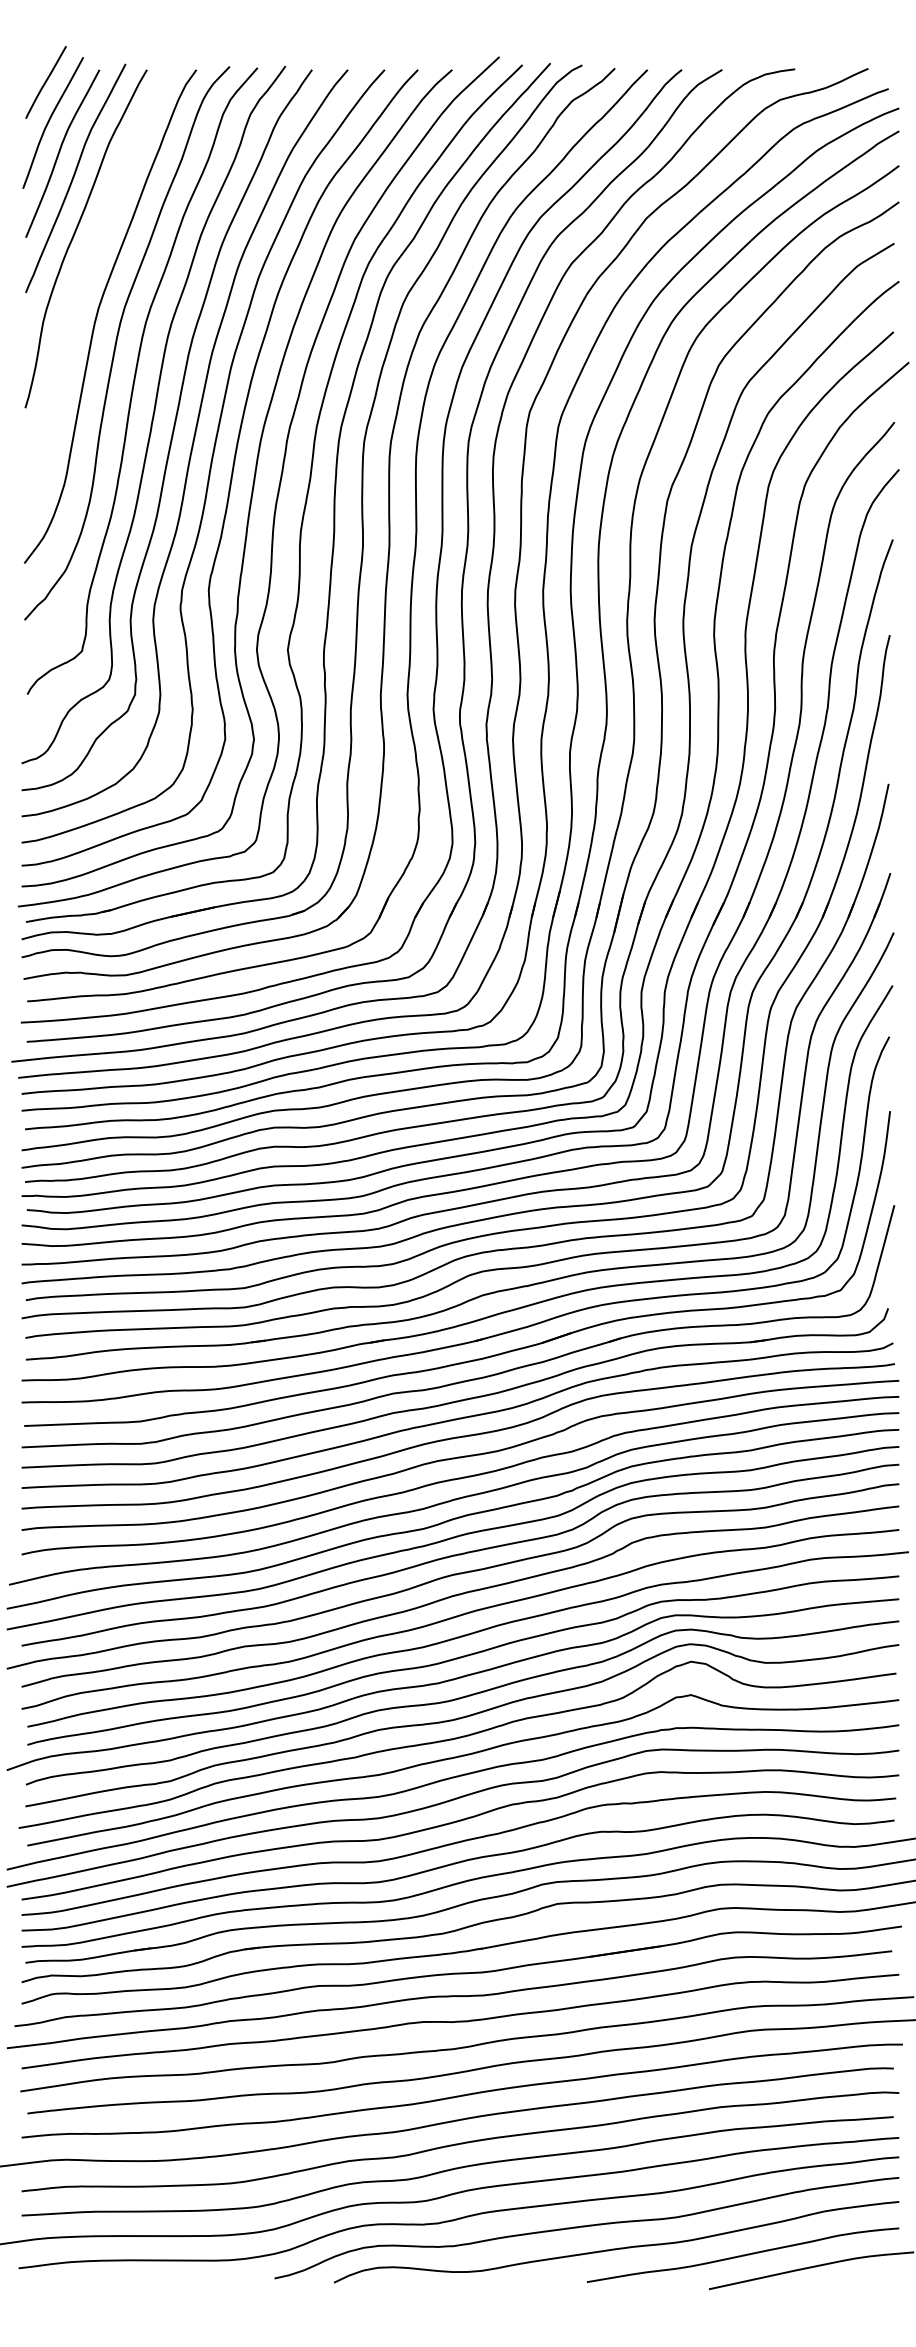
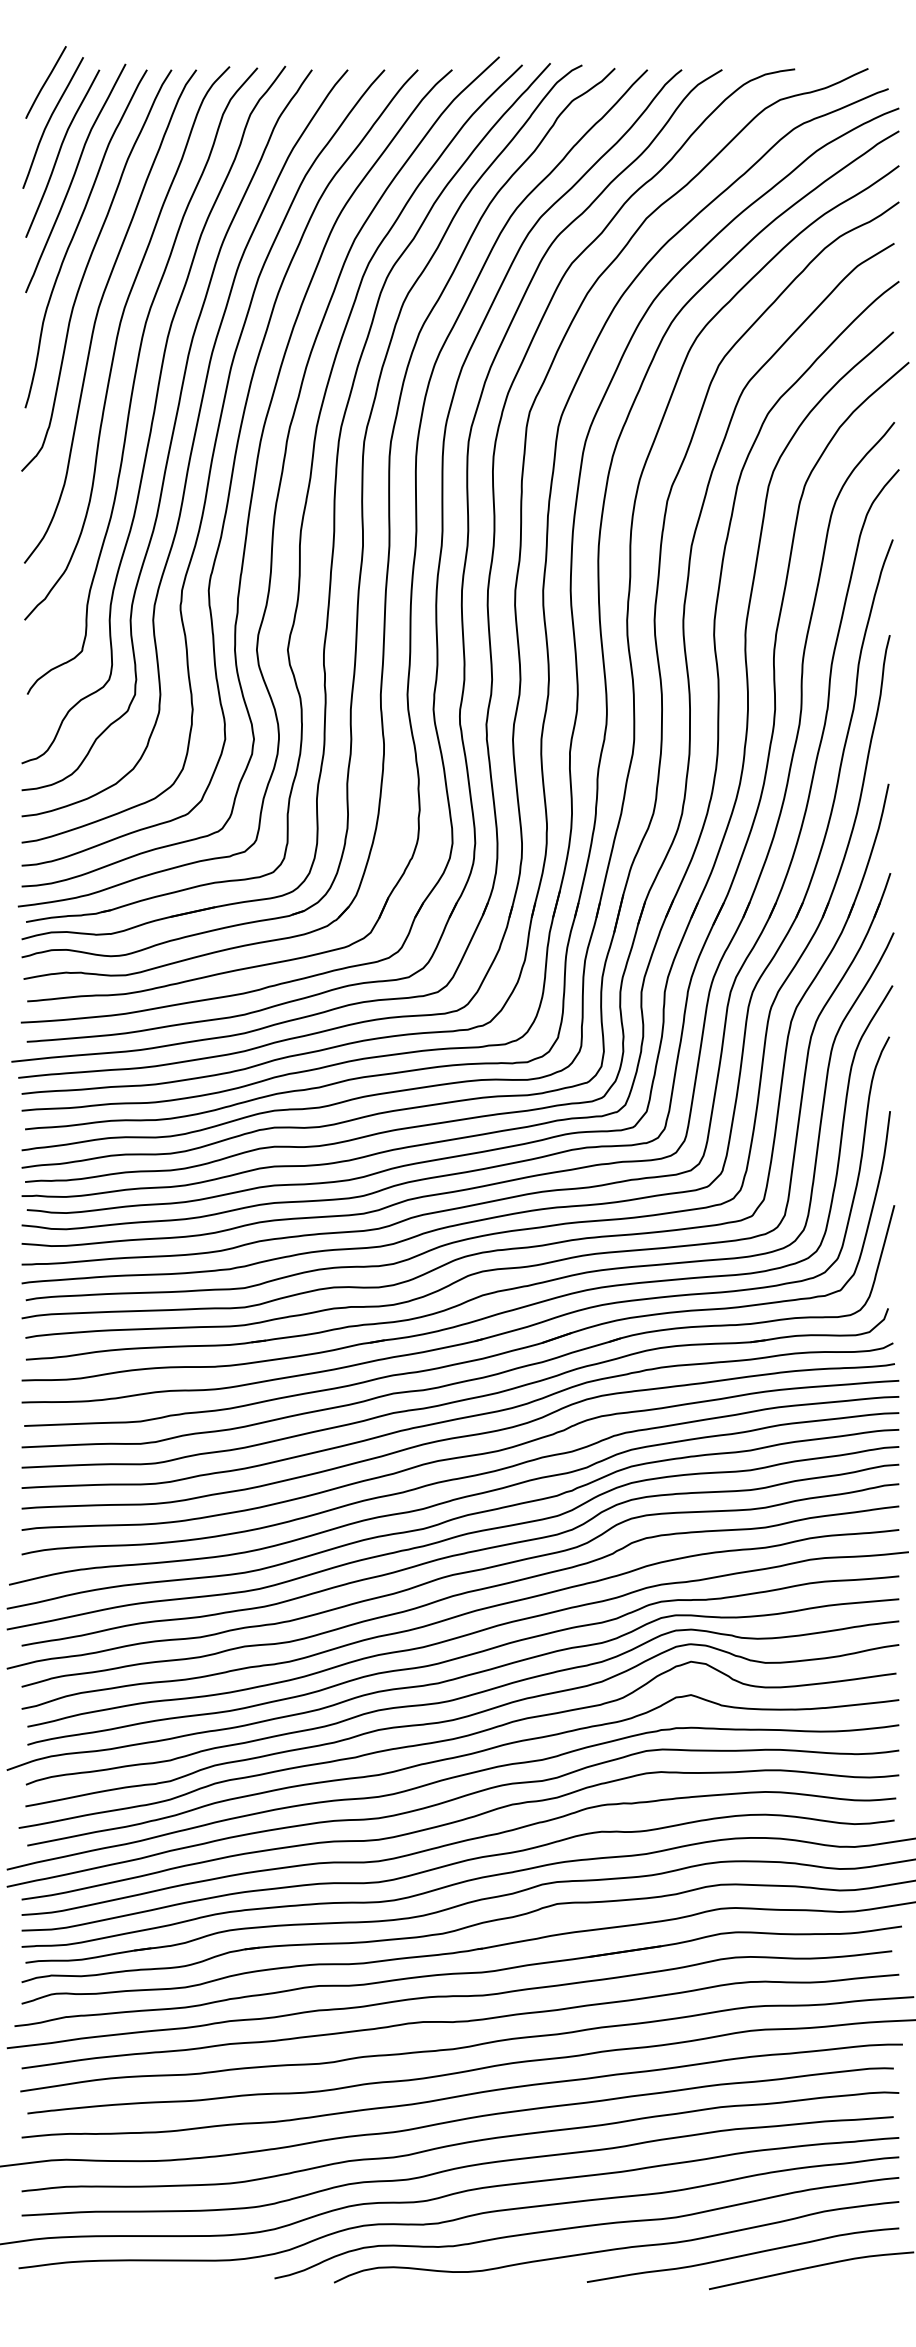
curve at (87, 268): none -> present
